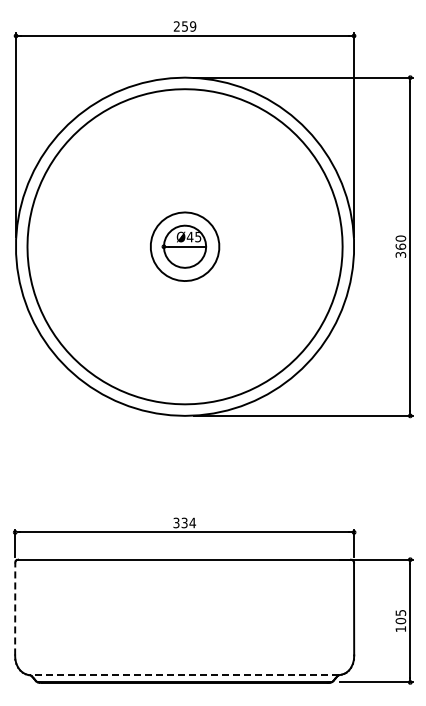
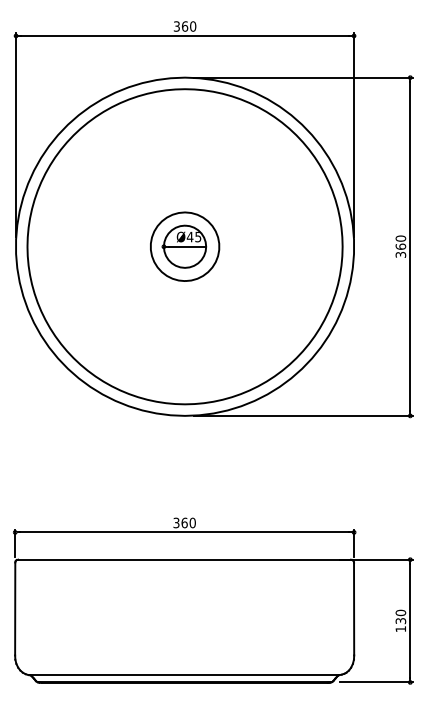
text at (184, 26): 259 -> 360
text at (188, 522): 334 -> 360
line at (15, 608): dashed -> solid
text at (400, 616): 105 -> 130
line at (184, 675): dashed -> solid
